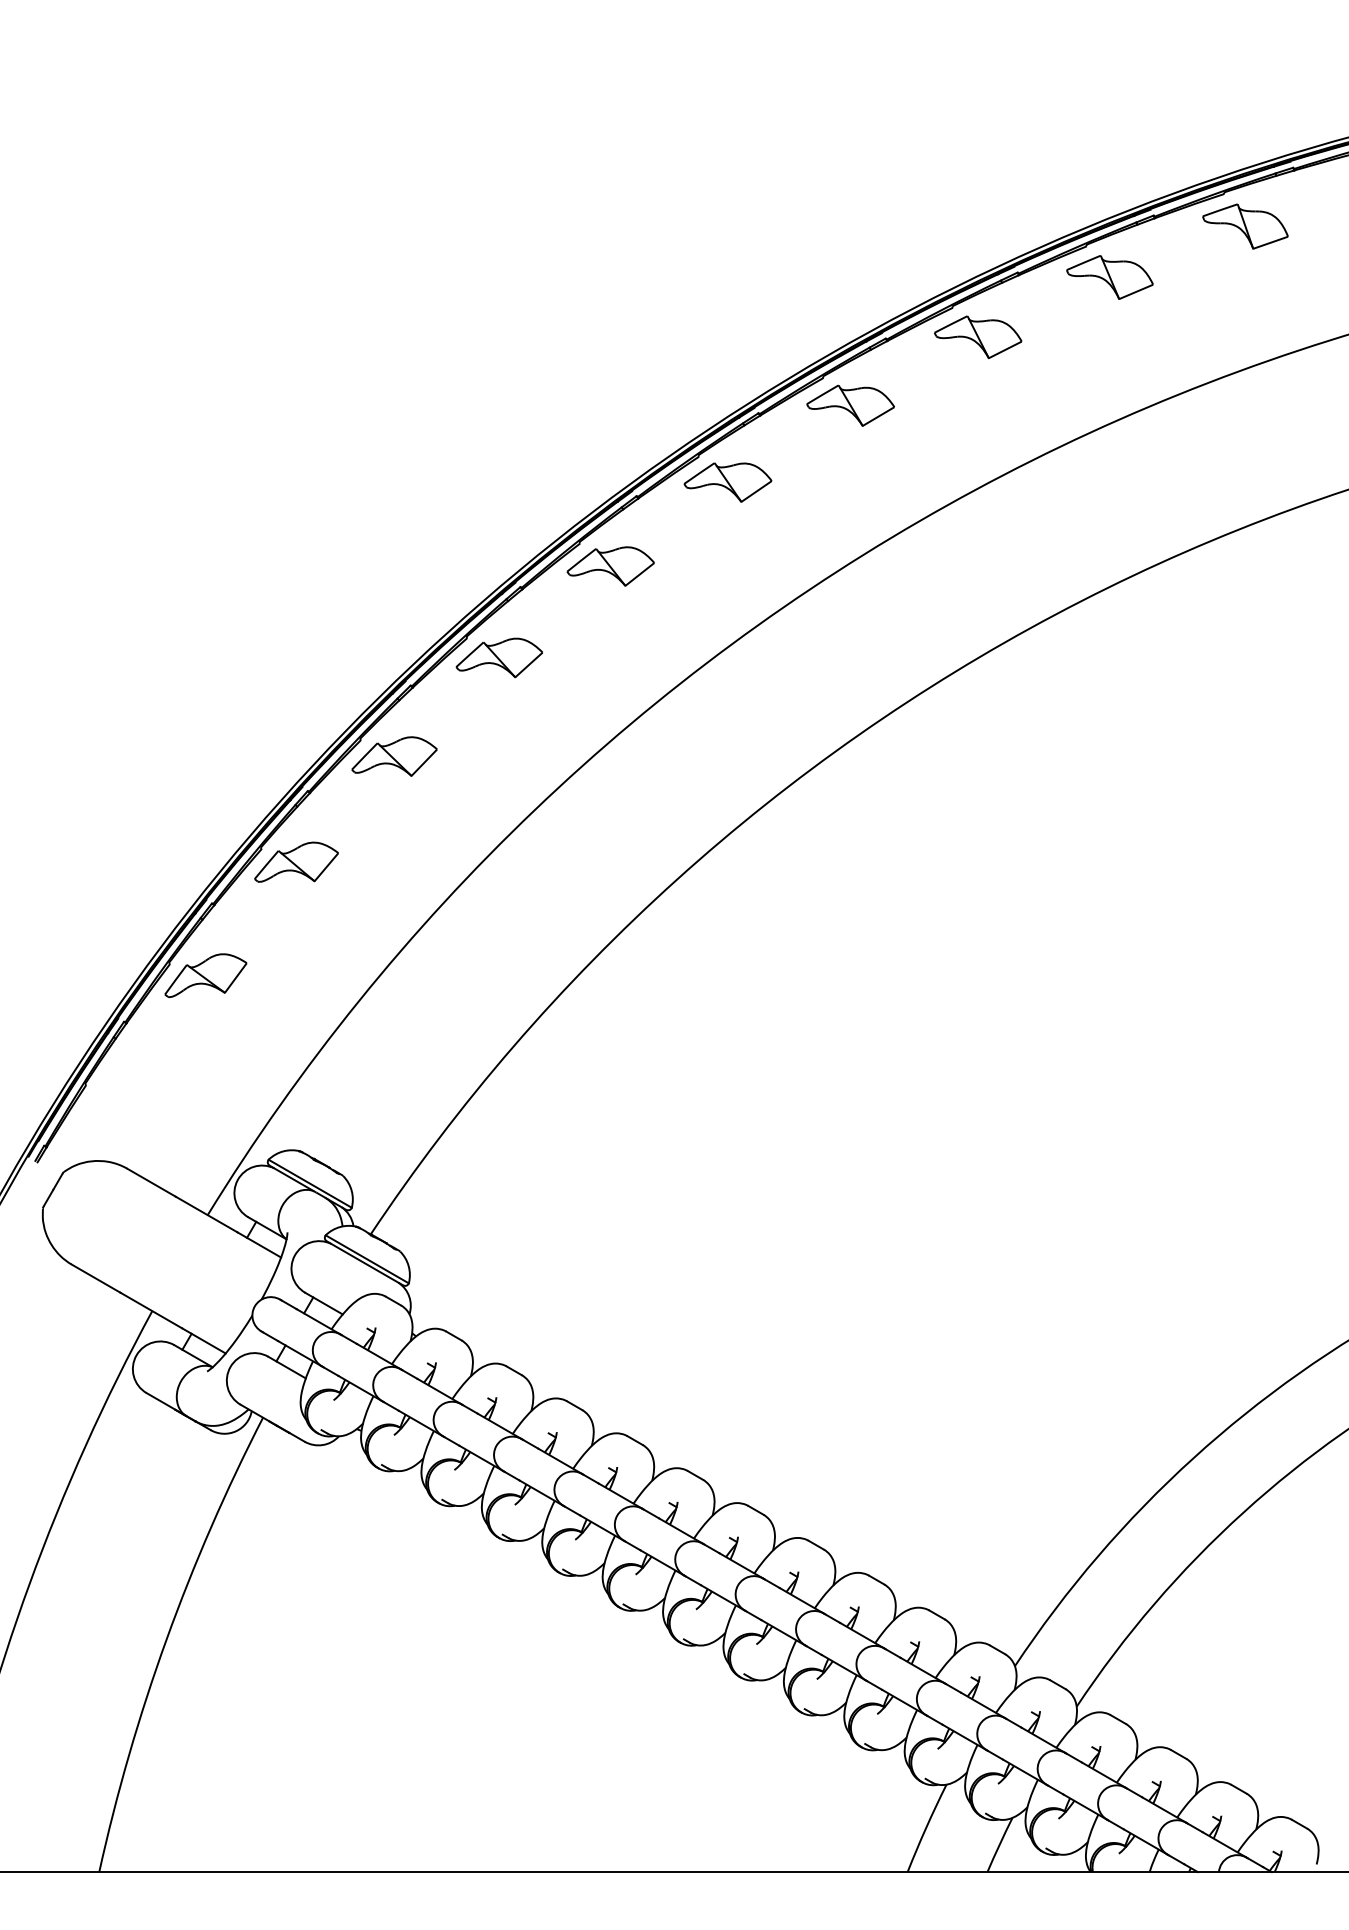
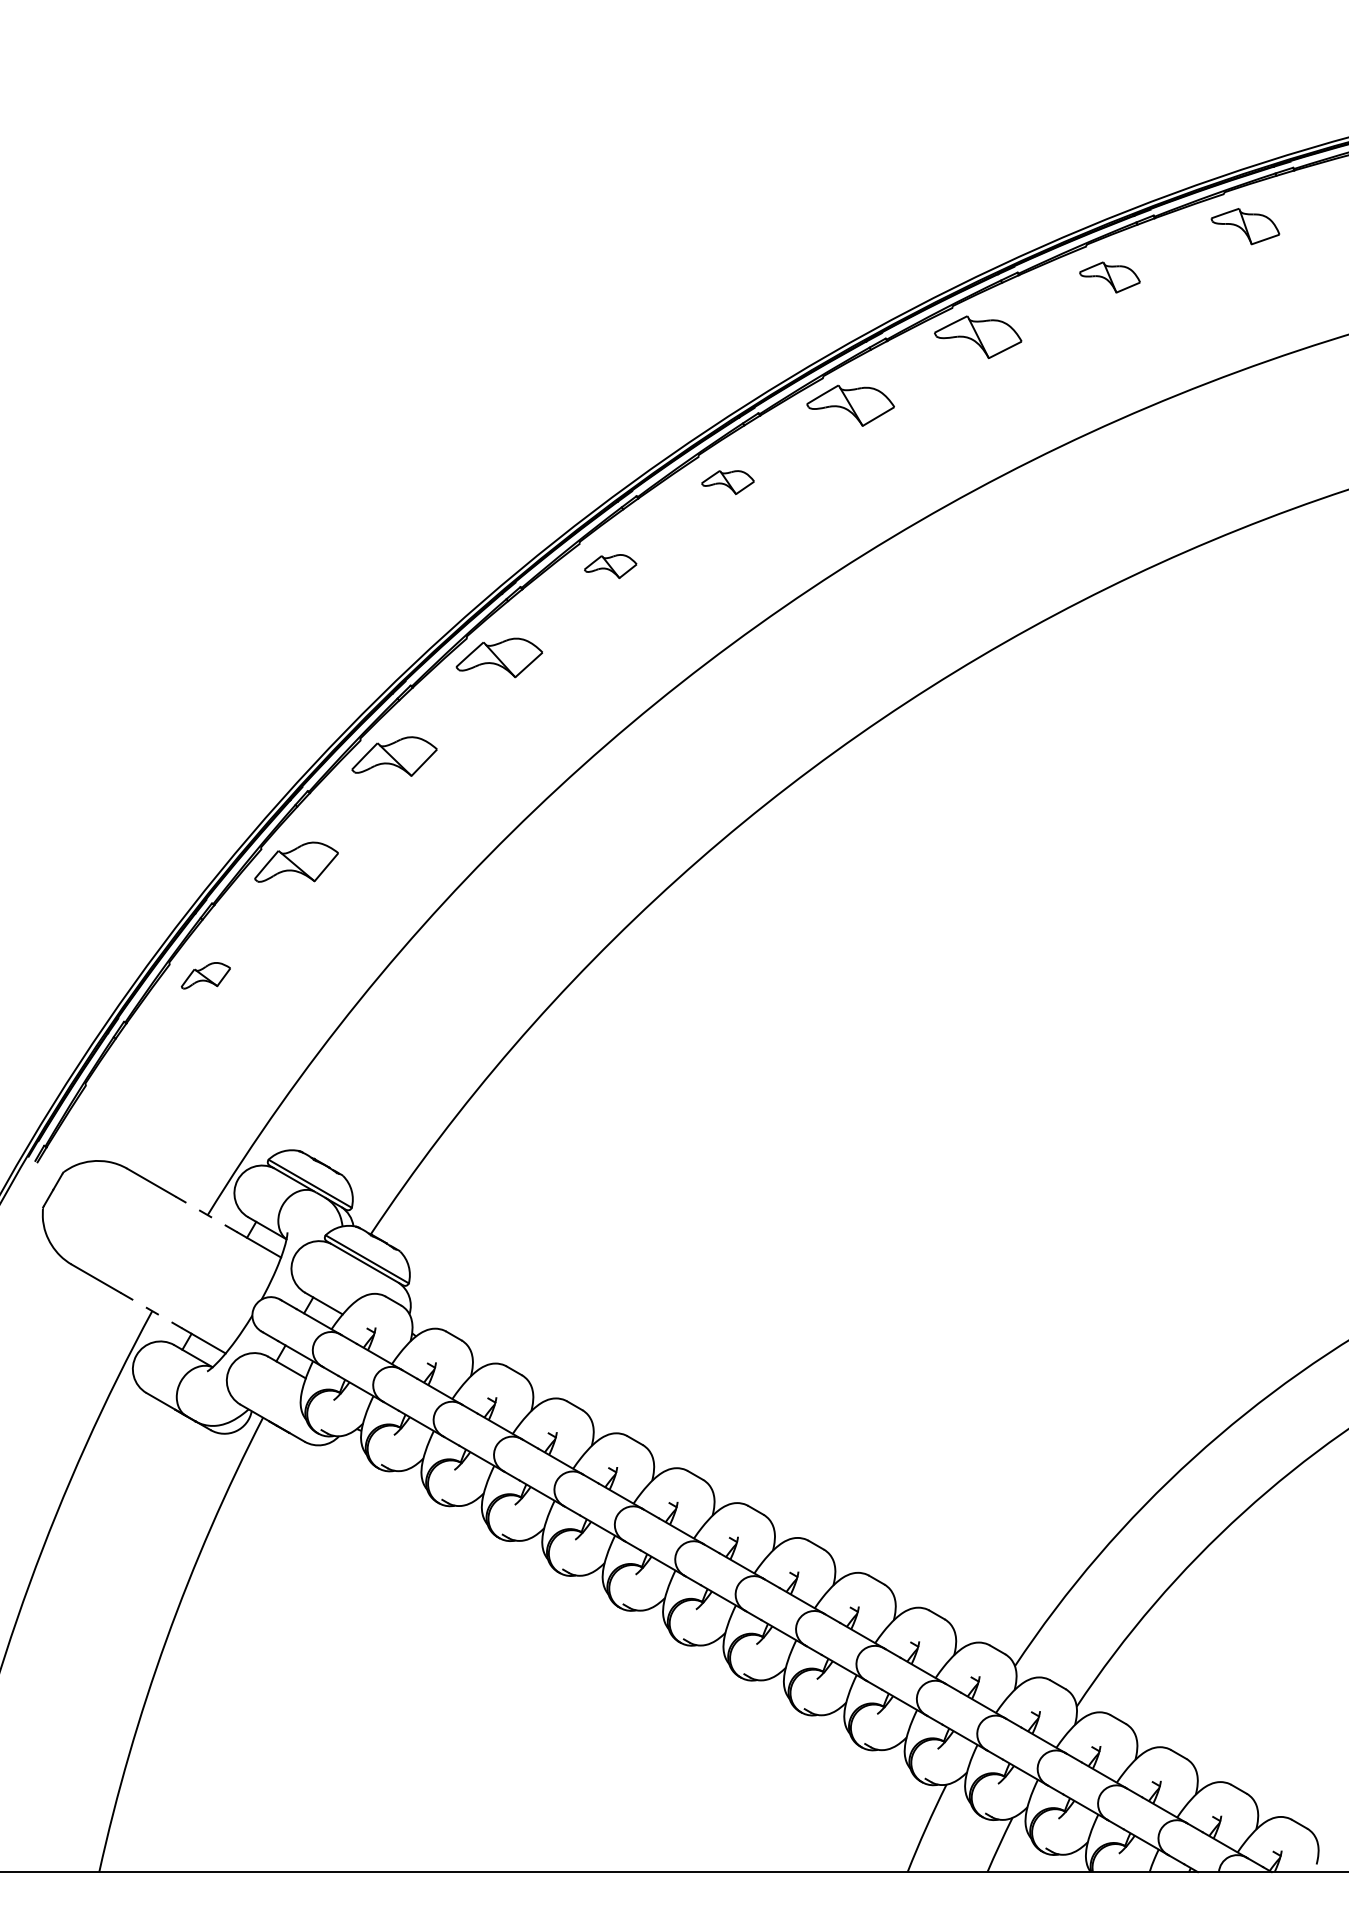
part at (1245, 226) size: 87x47 px -> 71x38 px
part at (1109, 277) size: 88x45 px -> 62x33 px
part at (727, 482) size: 90x41 px -> 54x26 px
part at (610, 566) size: 89x41 px -> 54x25 px
part at (205, 975) size: 84x46 px -> 51x28 px
line at (206, 1214): solid -> dashed
line at (151, 1310): solid -> dashed
